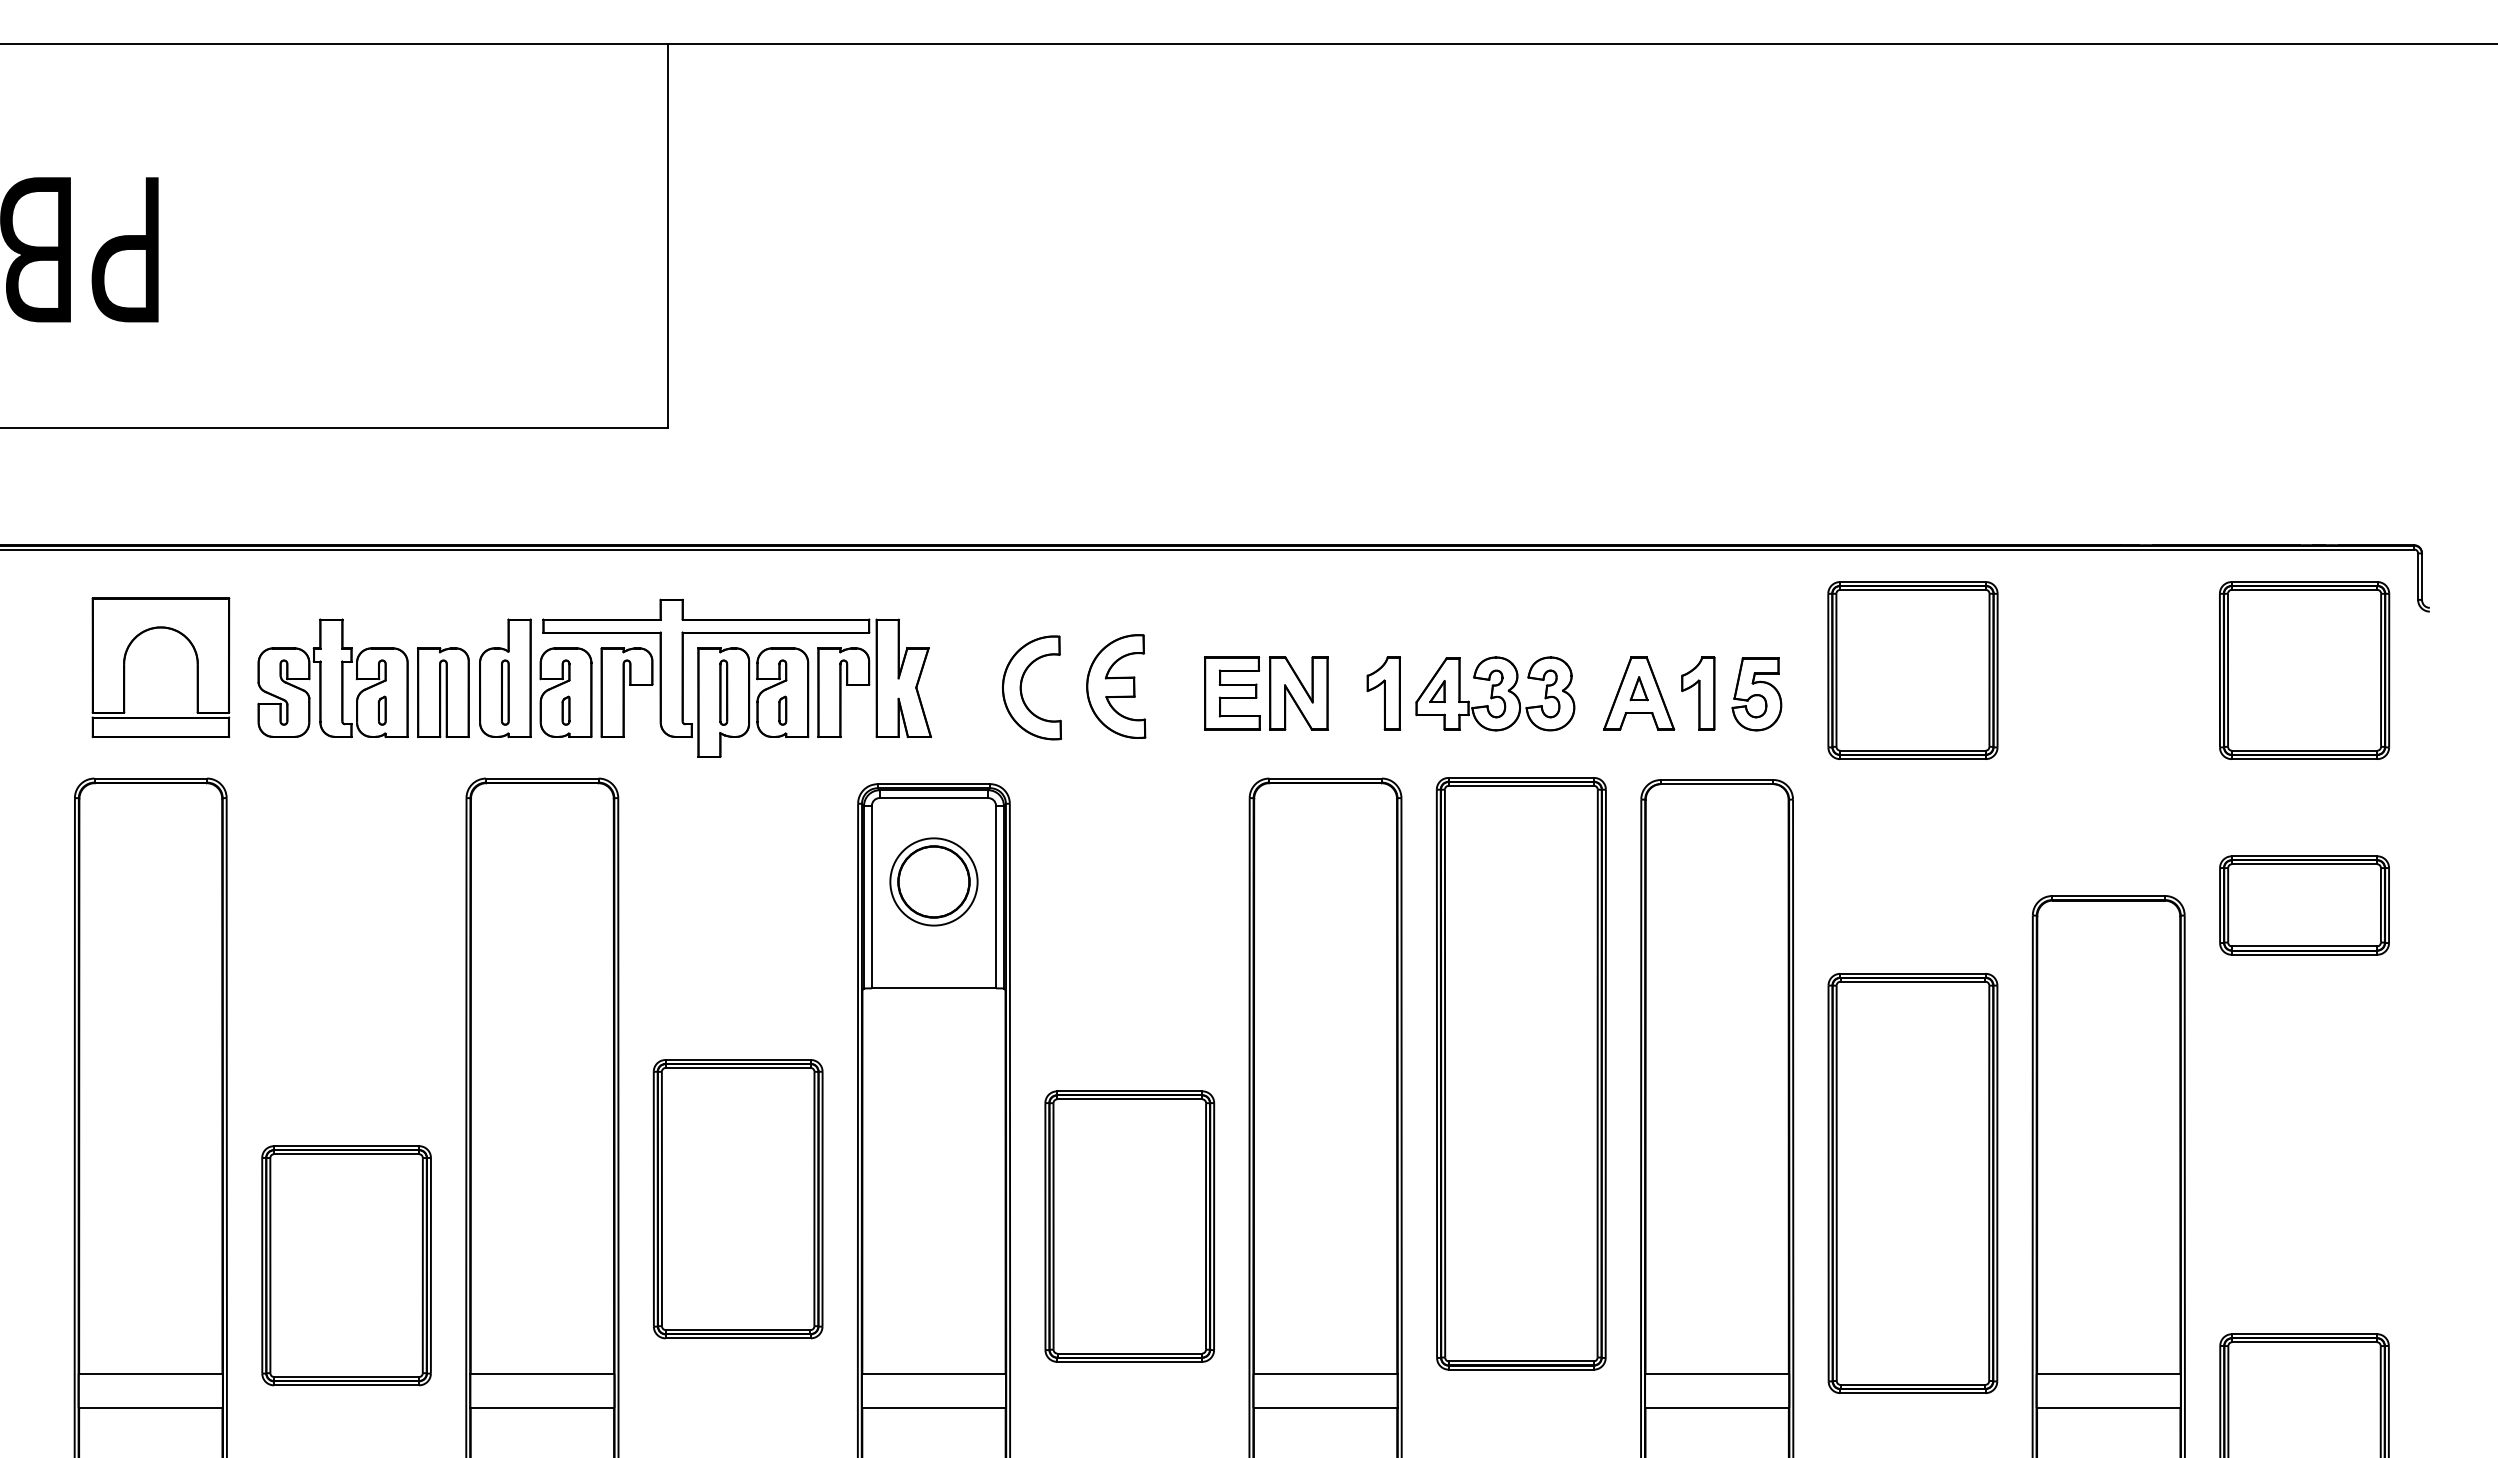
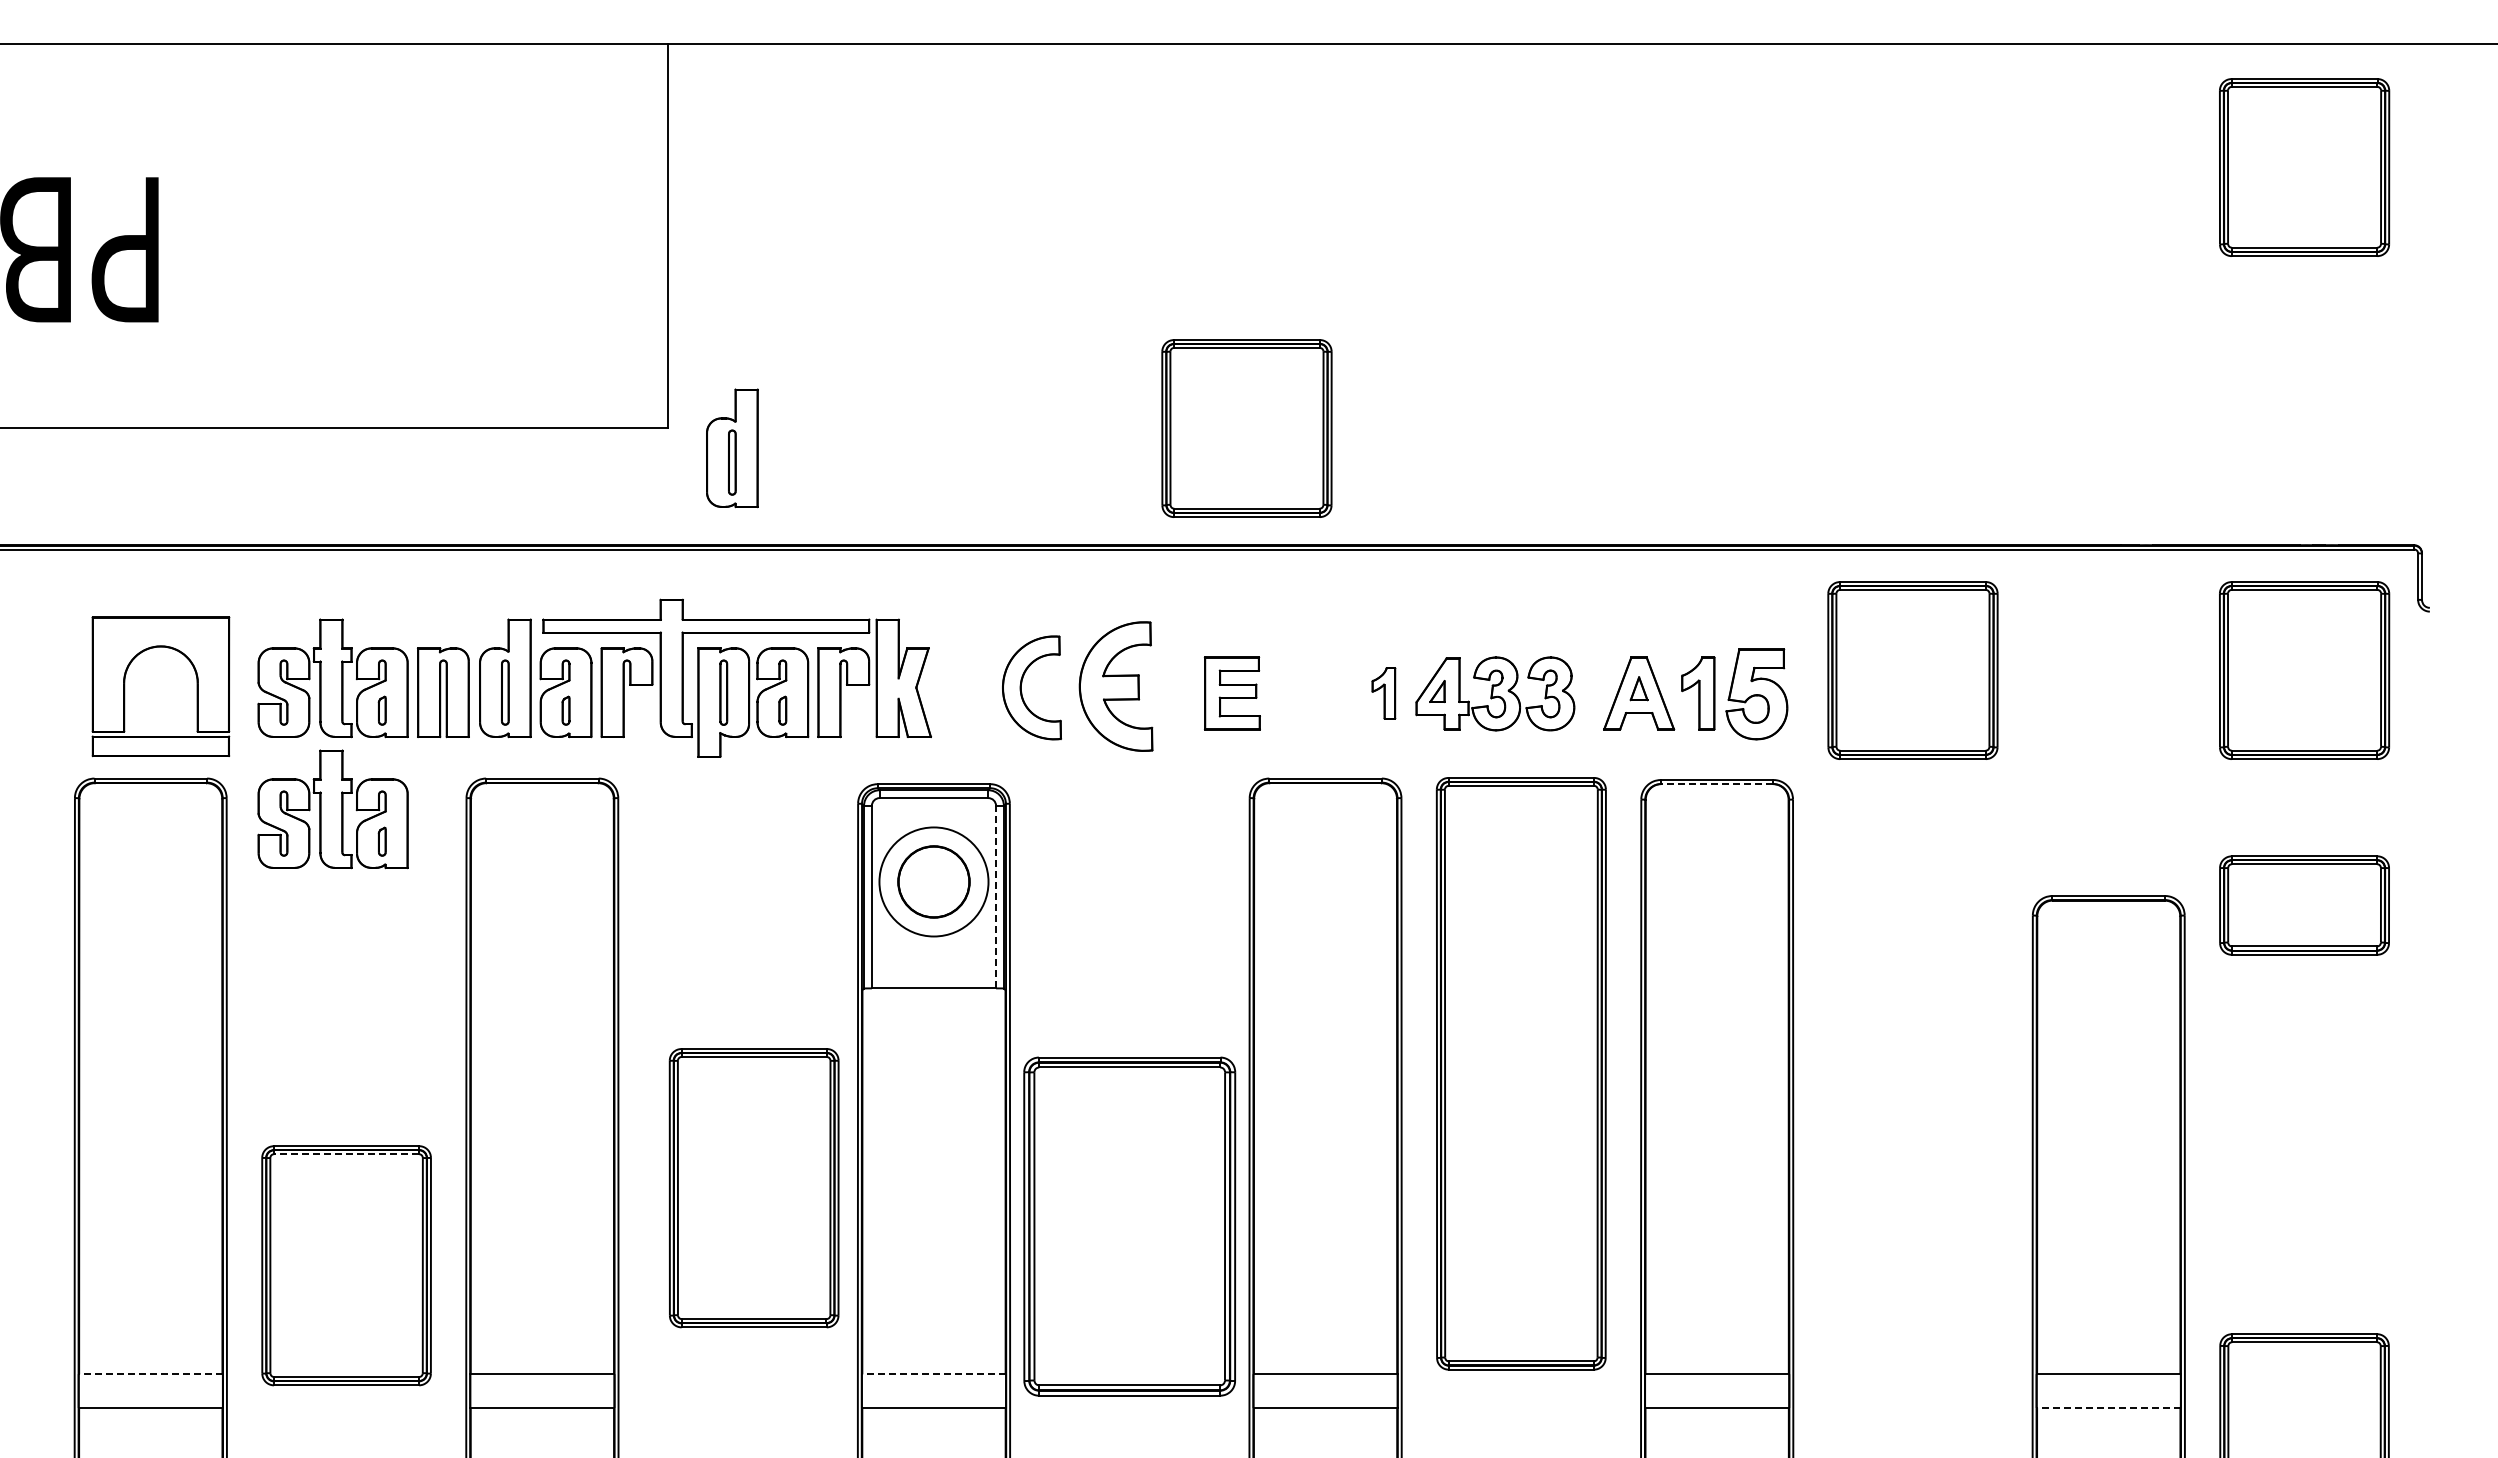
part at (2304, 167): none -> present
part at (1246, 428): none -> present
part at (732, 448): none -> present
part at (125, 667) position: (125, 667) -> (125, 686)
part at (1116, 686) size: 61x105 px -> 76x131 px
part at (1298, 693): present -> none
part at (1383, 693) size: 36x75 px -> 26x53 px
part at (1756, 694) size: 52x75 px -> 64x93 px
line at (1716, 784): solid -> dashed
part at (332, 809): none -> present
circle at (933, 881) diameter: 87 px -> 109 px
line at (996, 896): solid -> dashed
line at (346, 1154): solid -> dashed
part at (1912, 1183): present -> none
part at (737, 1199) position: (737, 1199) -> (753, 1188)
part at (1129, 1226) size: 172x273 px -> 214x341 px
line at (150, 1374): solid -> dashed
line at (933, 1374): solid -> dashed
line at (2108, 1407): solid -> dashed
